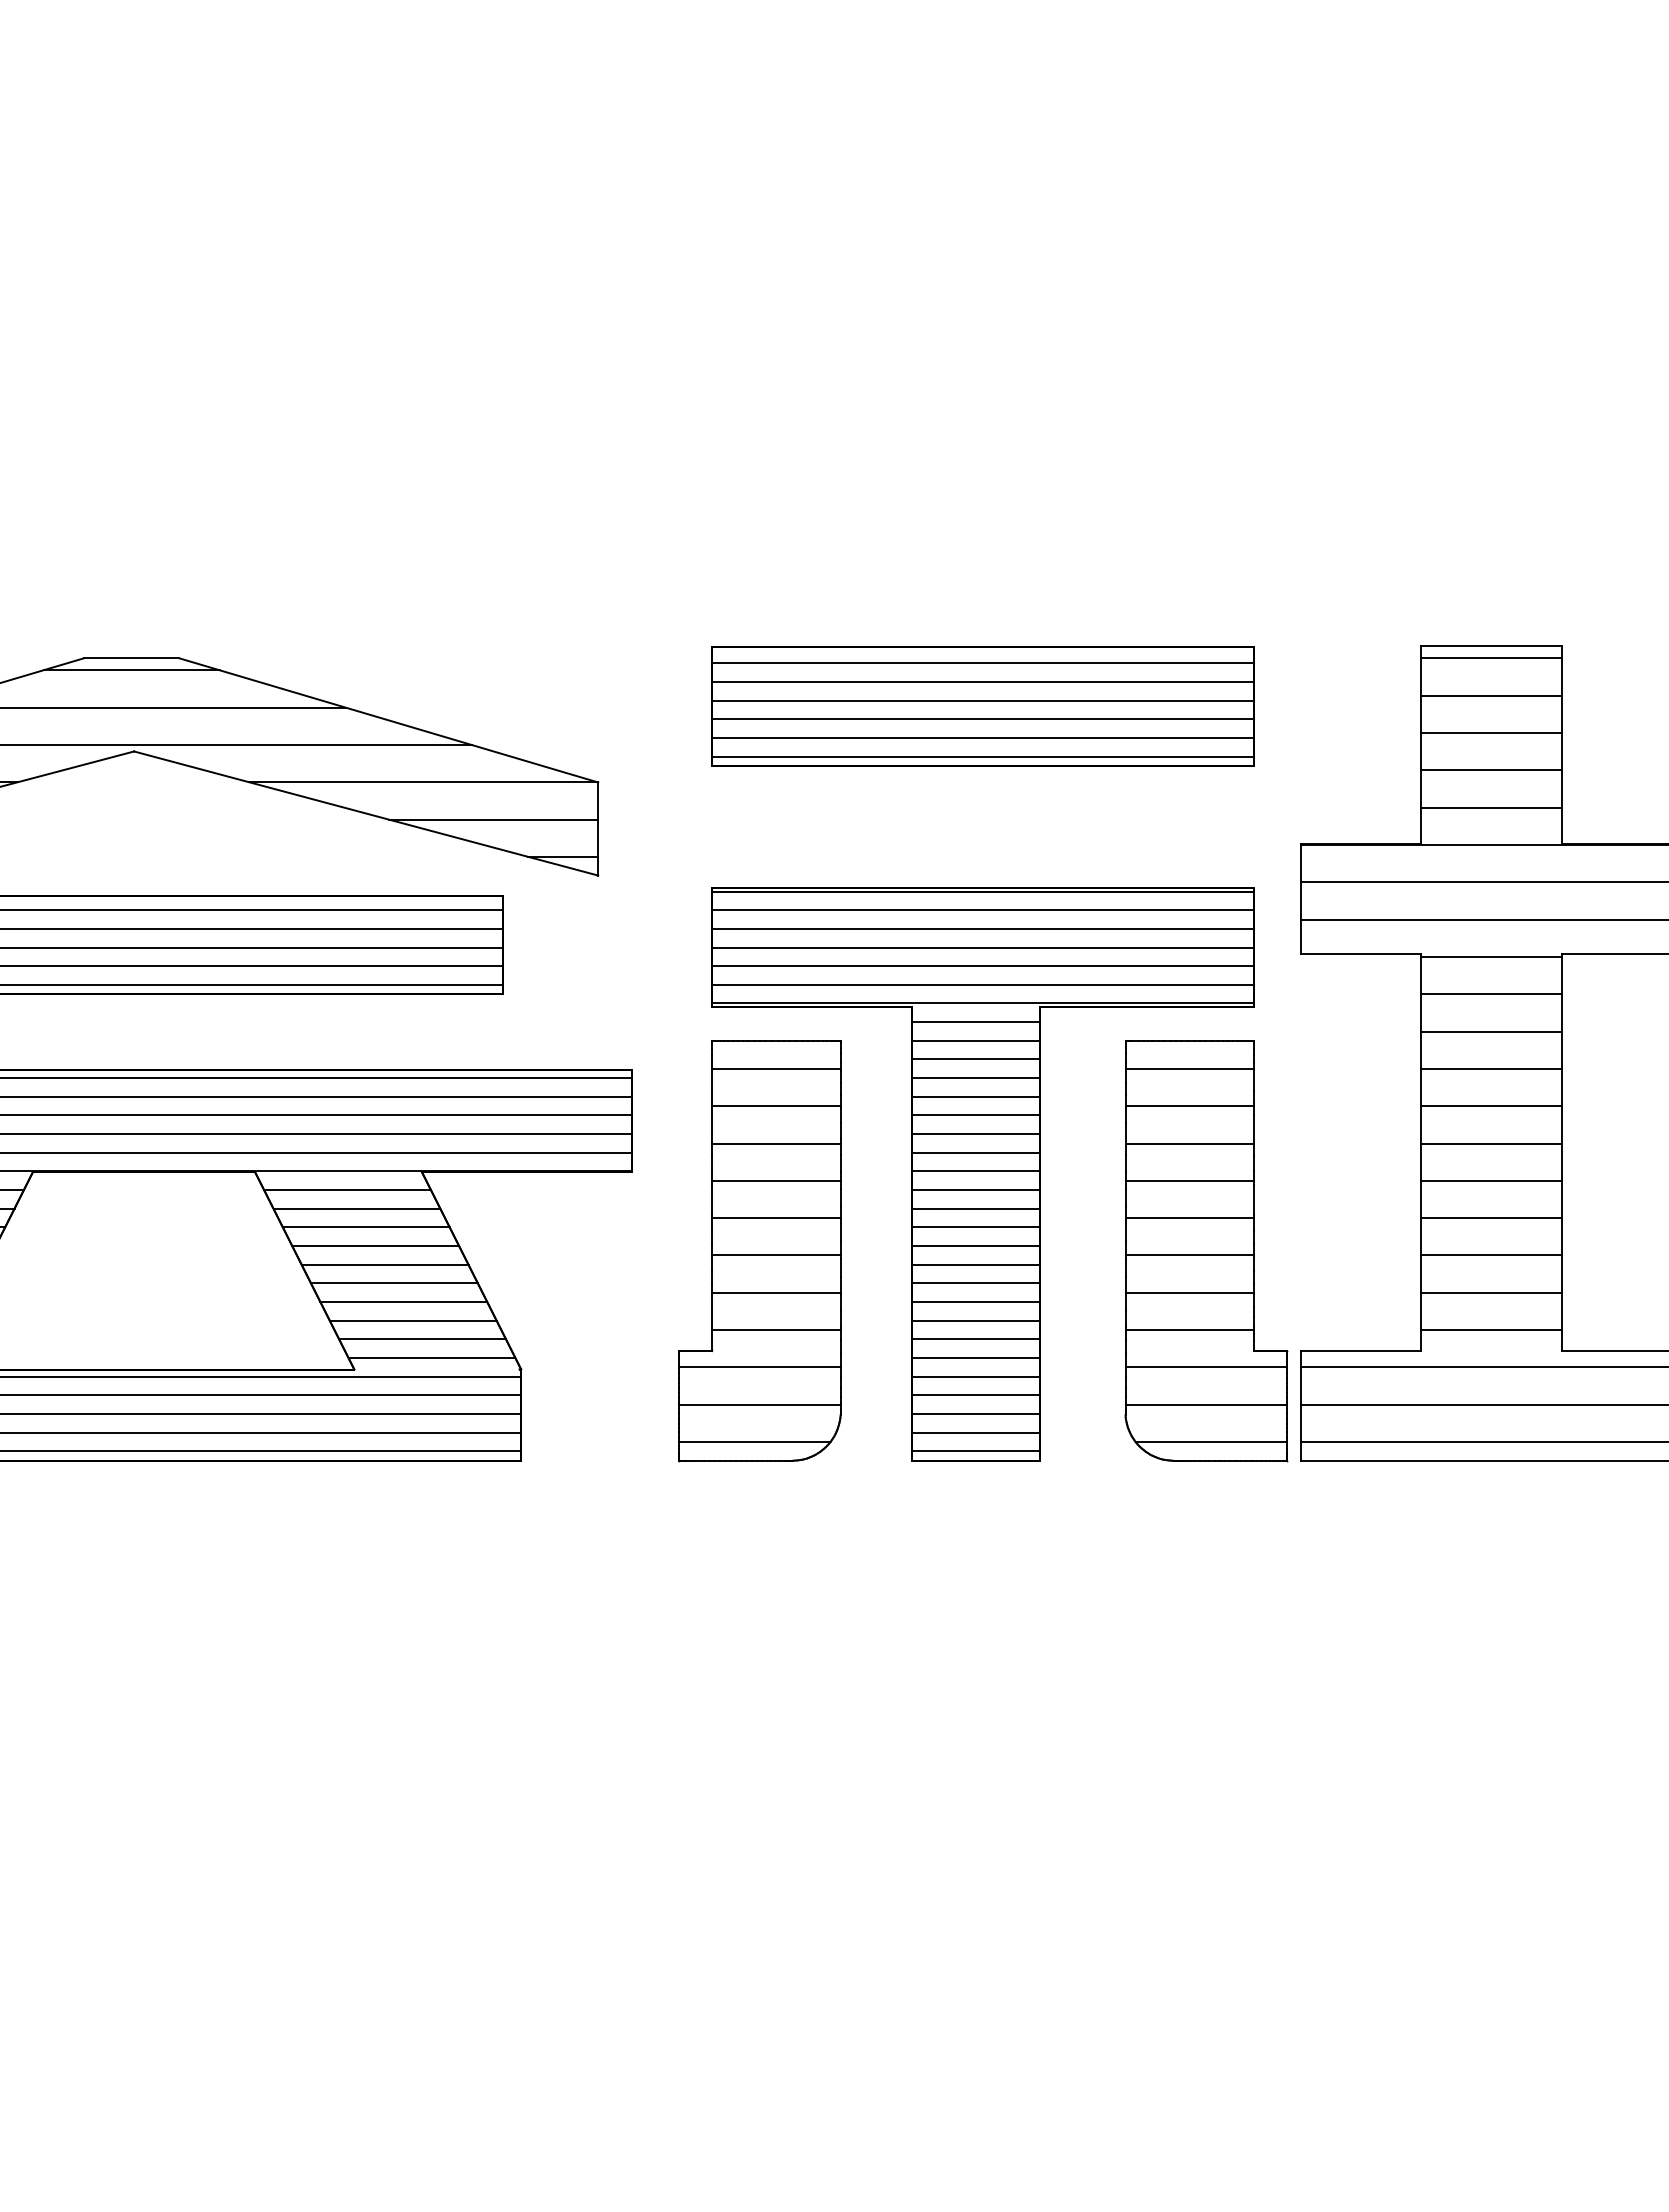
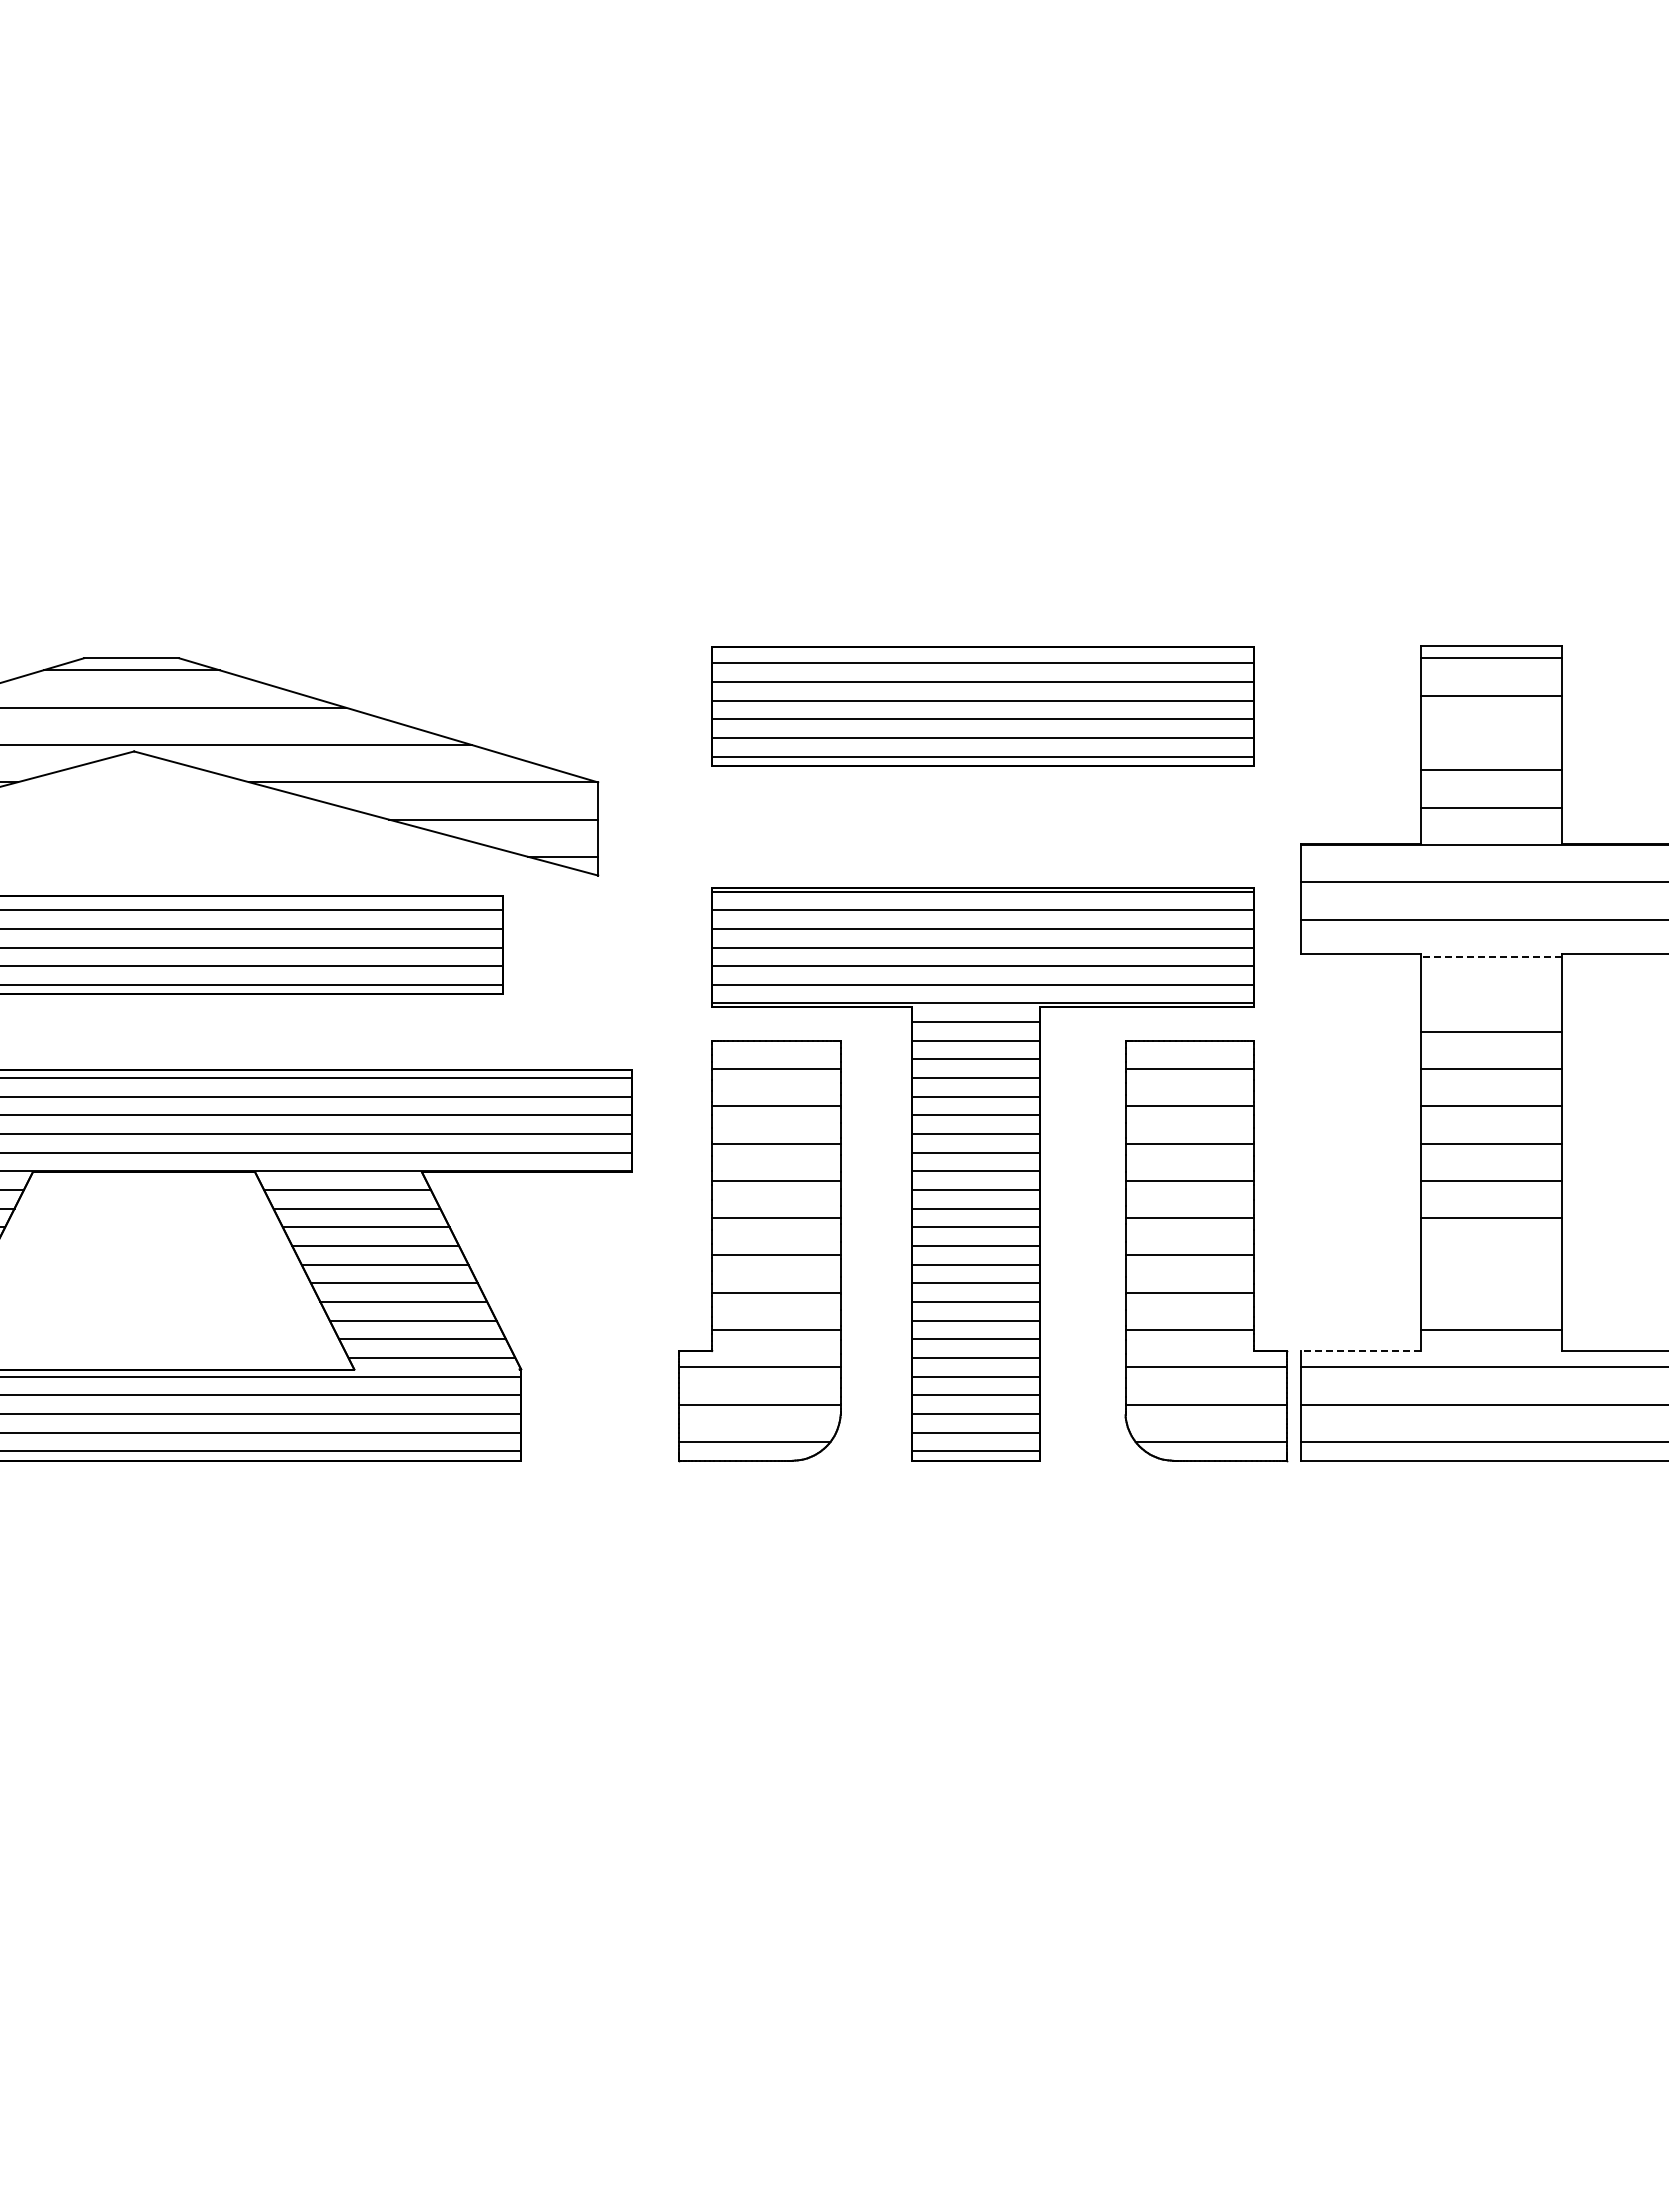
line at (1491, 733): present -> none
line at (1491, 956): solid -> dashed
line at (1491, 994): present -> none
line at (1491, 1255): present -> none
line at (1491, 1292): present -> none
line at (1360, 1351): solid -> dashed
